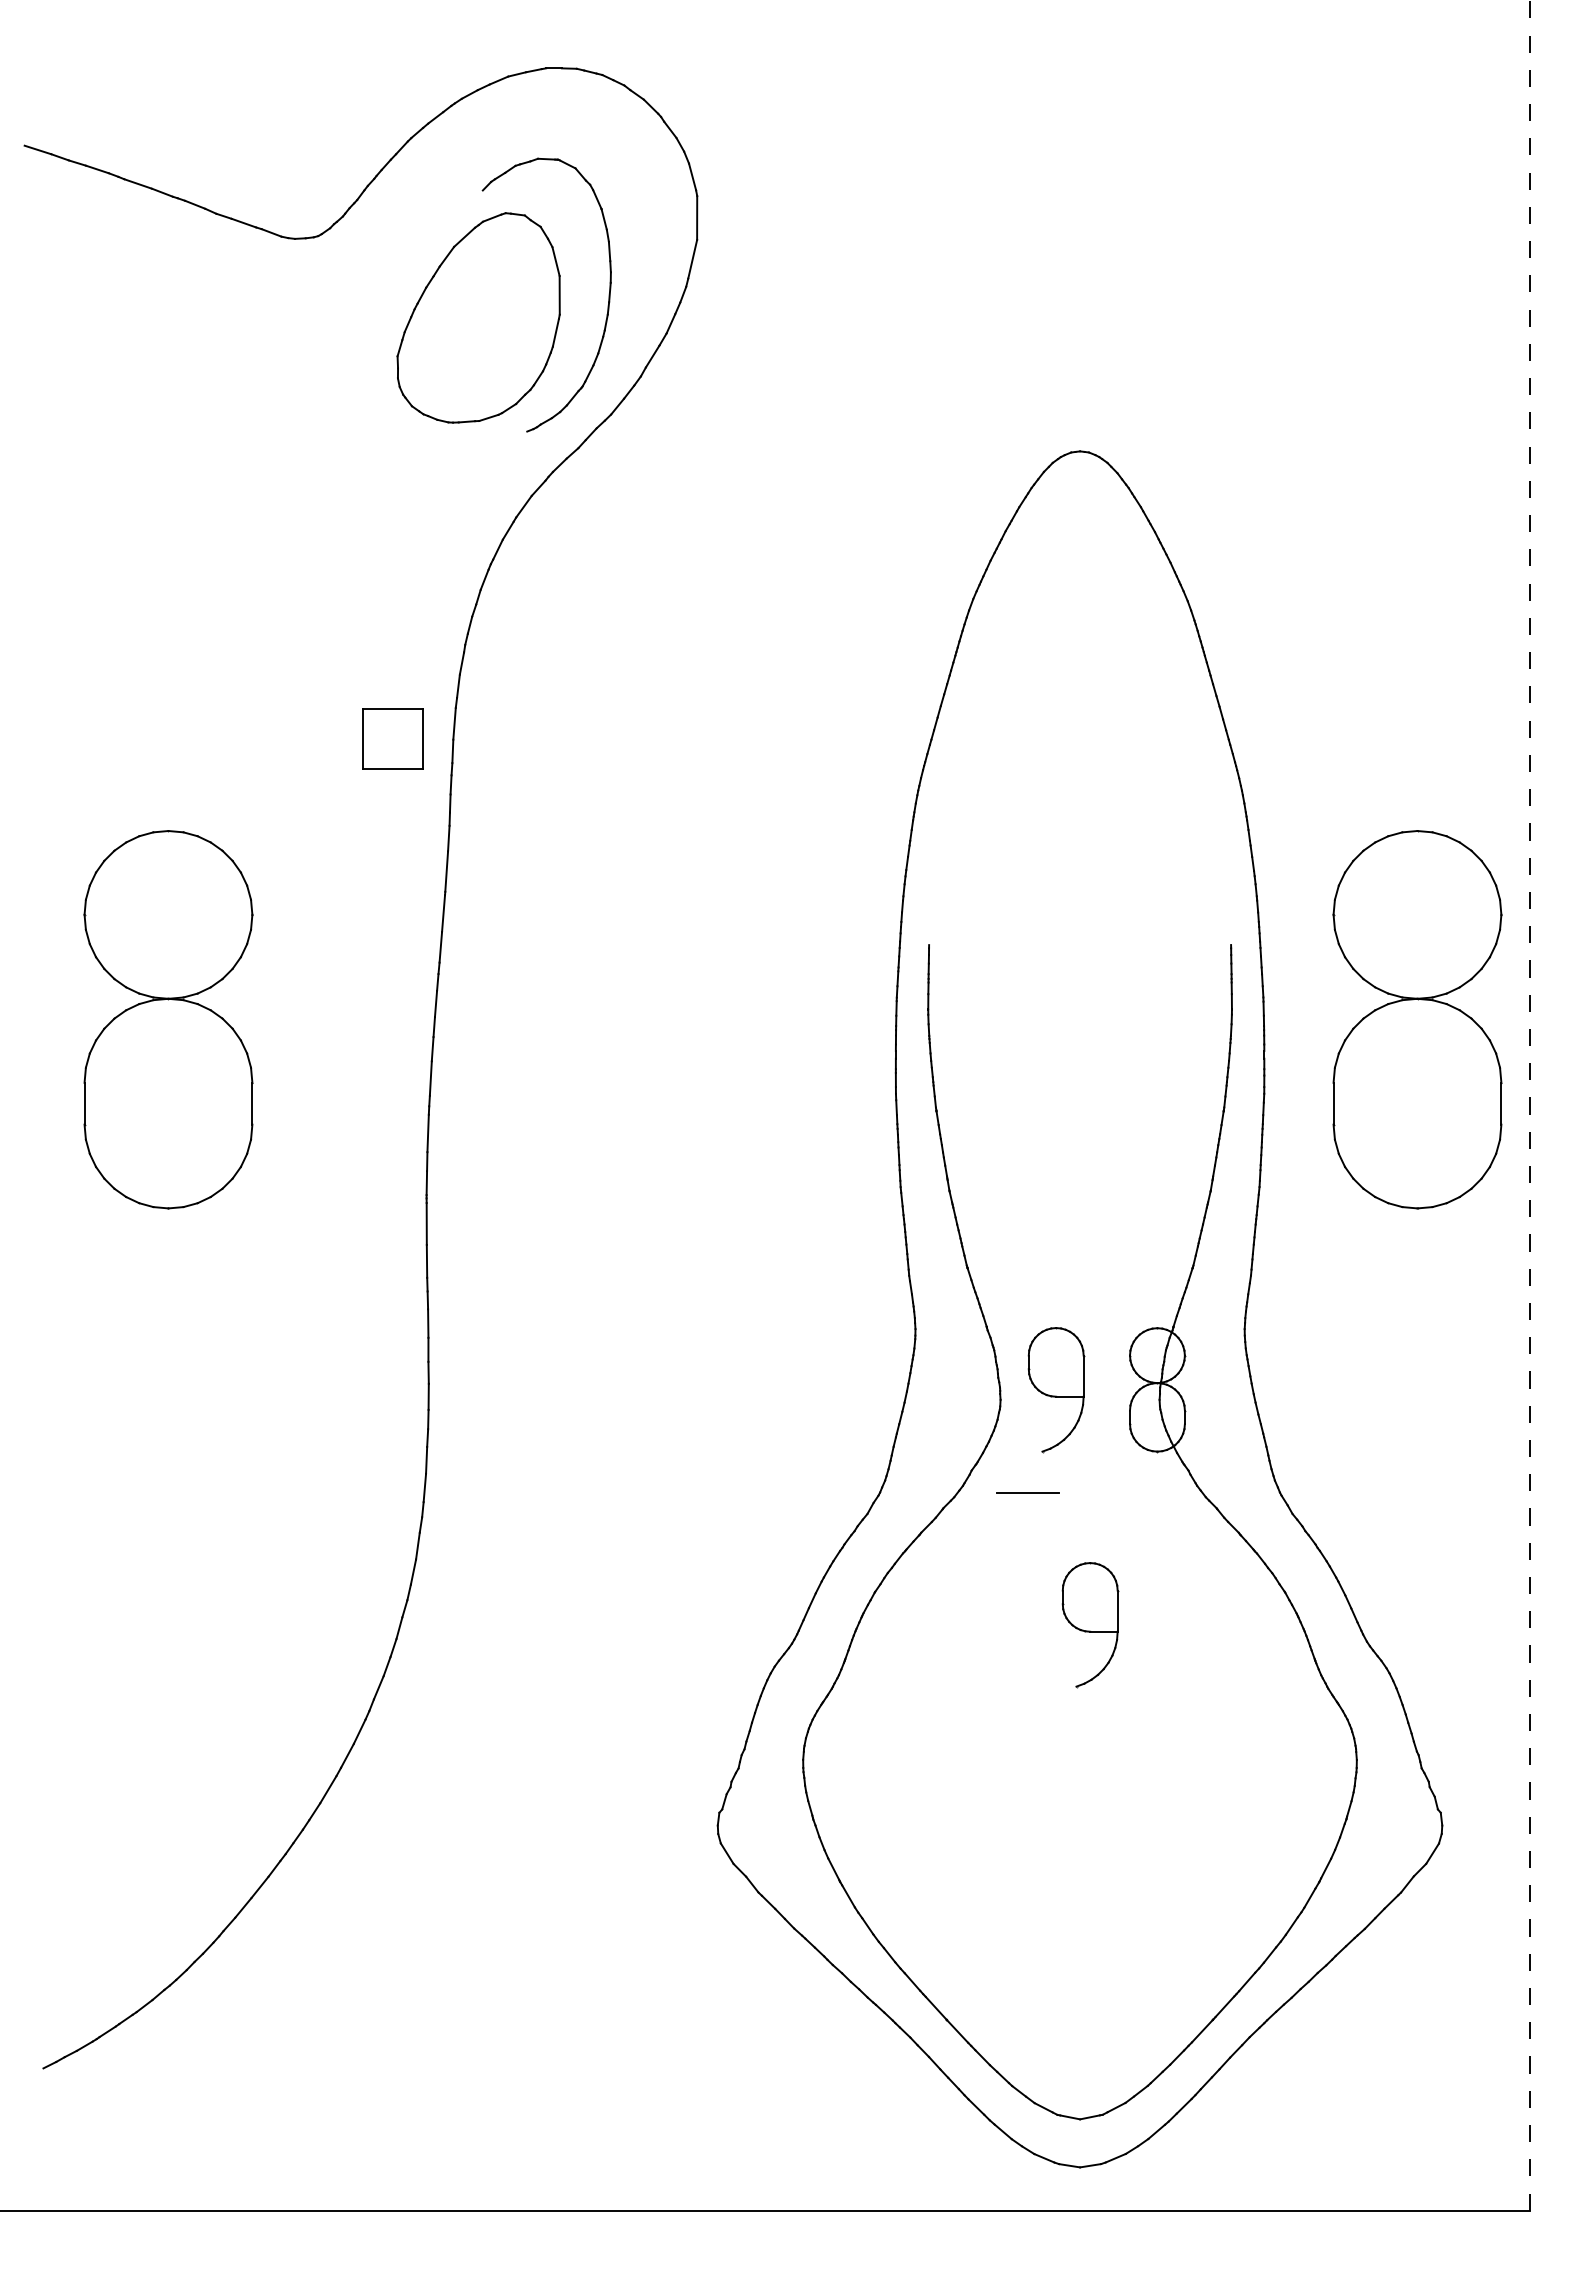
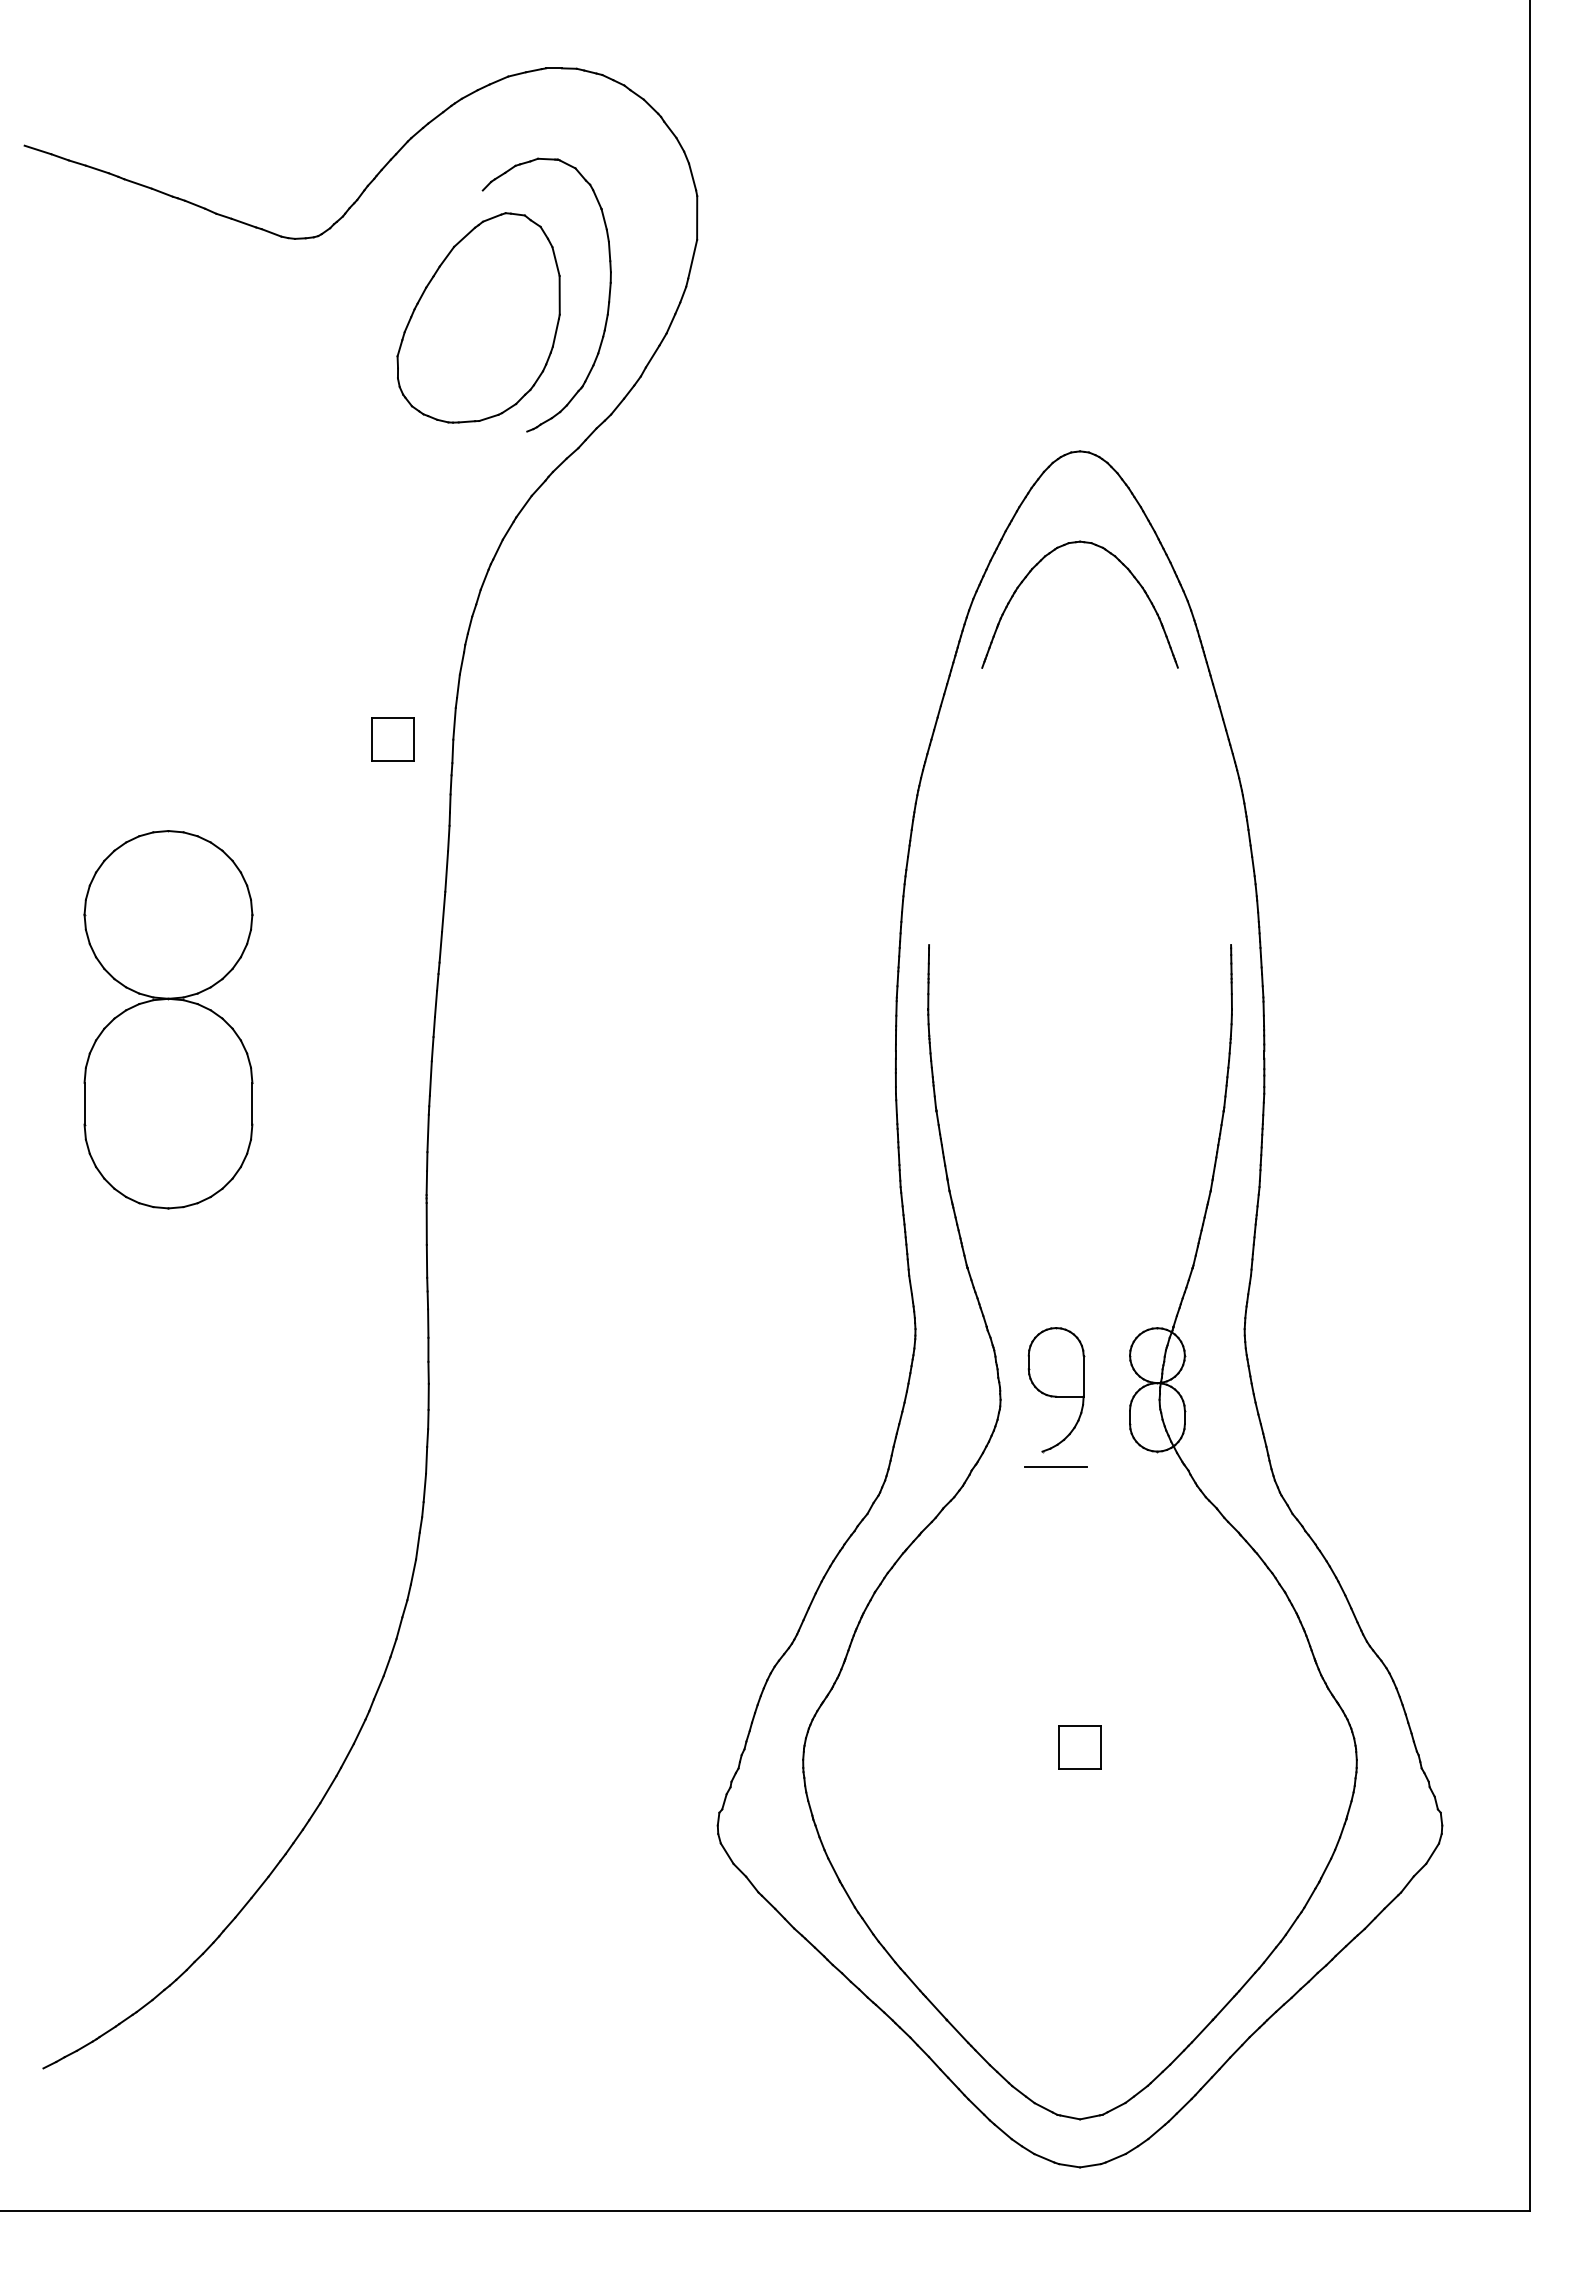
part at (1039, 563): none -> present
part at (392, 738) size: 62x62 px -> 44x45 px
part at (1417, 1019): present -> none
line at (1529, 1105): dashed -> solid
line at (1027, 1492) position: (1027, 1492) -> (1055, 1466)
part at (1090, 1625): present -> none
part at (1079, 1747): none -> present
